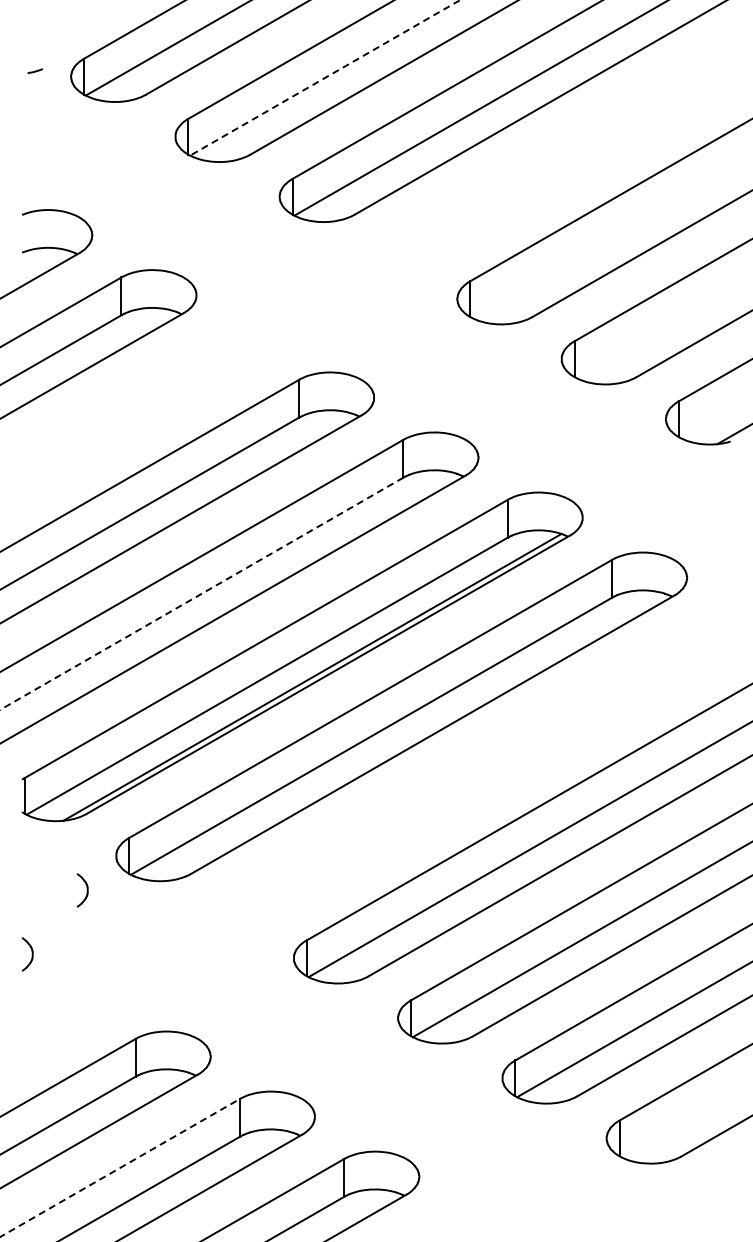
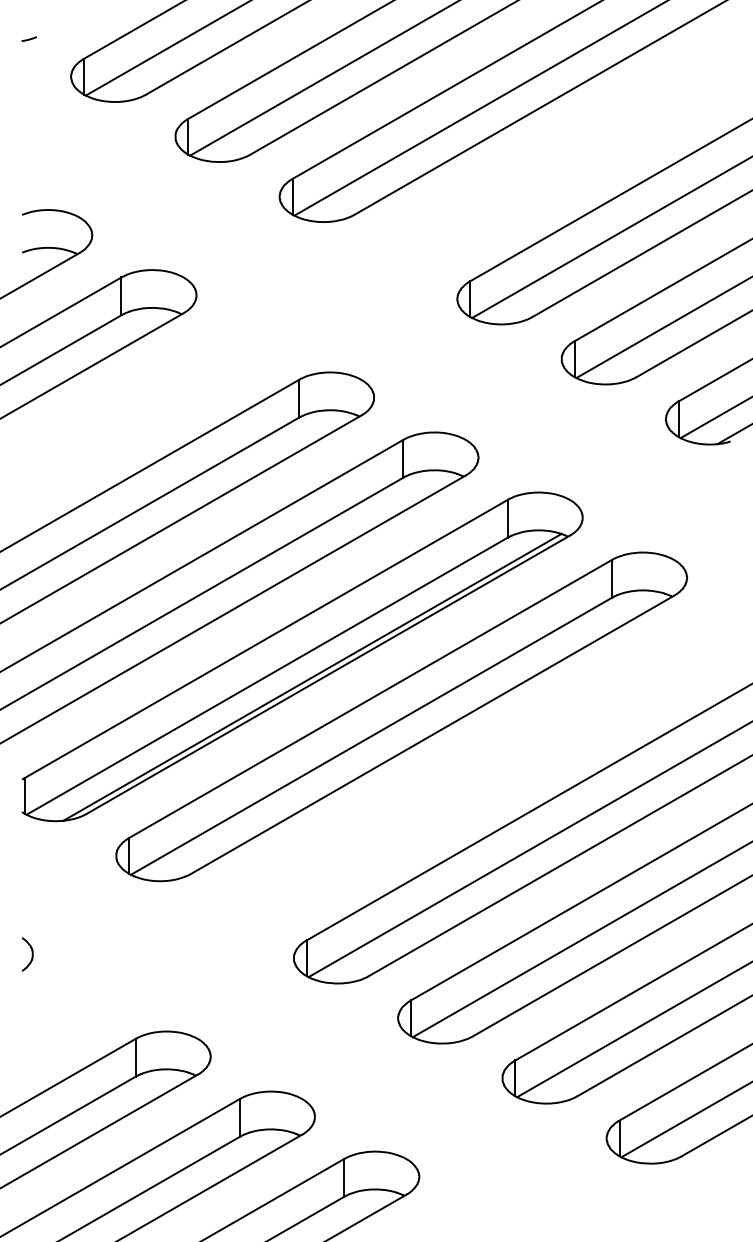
line at (34, 70) position: (34, 70) -> (28, 38)
line at (325, 77): dashed -> solid
line at (610, 238): none -> present
line at (662, 328): none -> present
line at (714, 418): none -> present
line at (201, 593): dashed -> solid
curve at (86, 890): present -> none
line at (685, 1120): none -> present
line at (120, 1167): dashed -> solid
